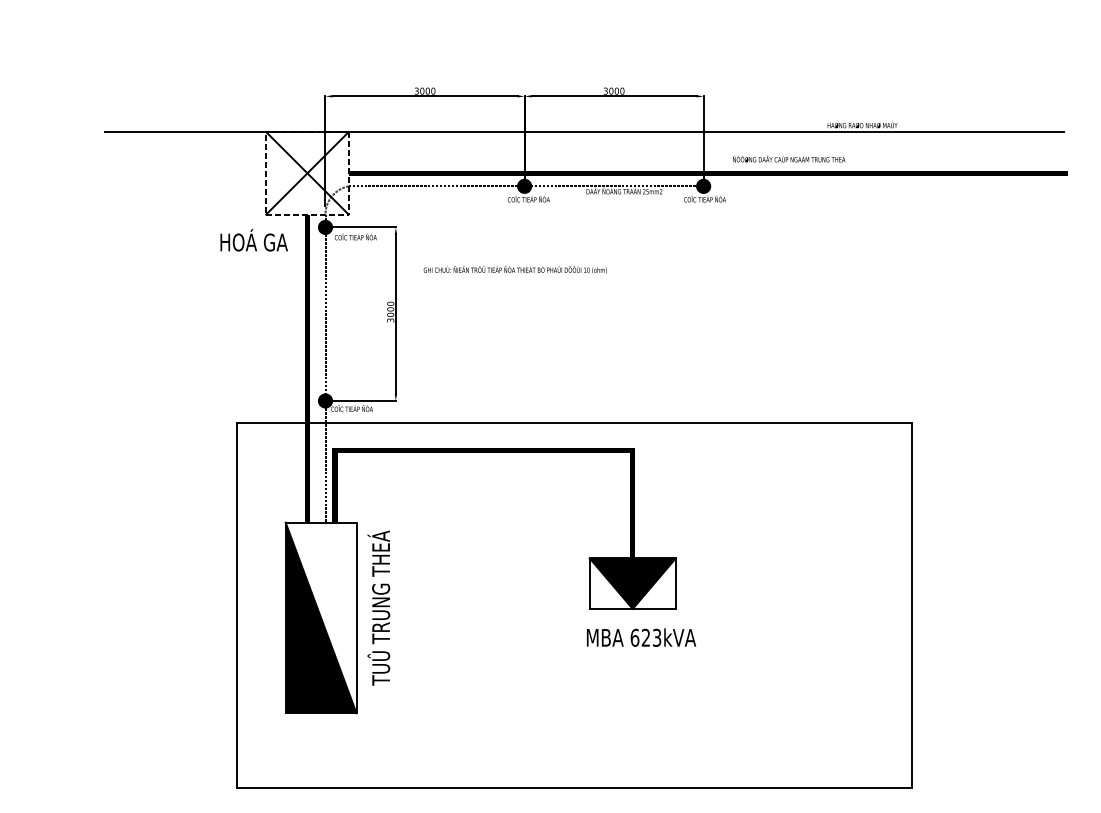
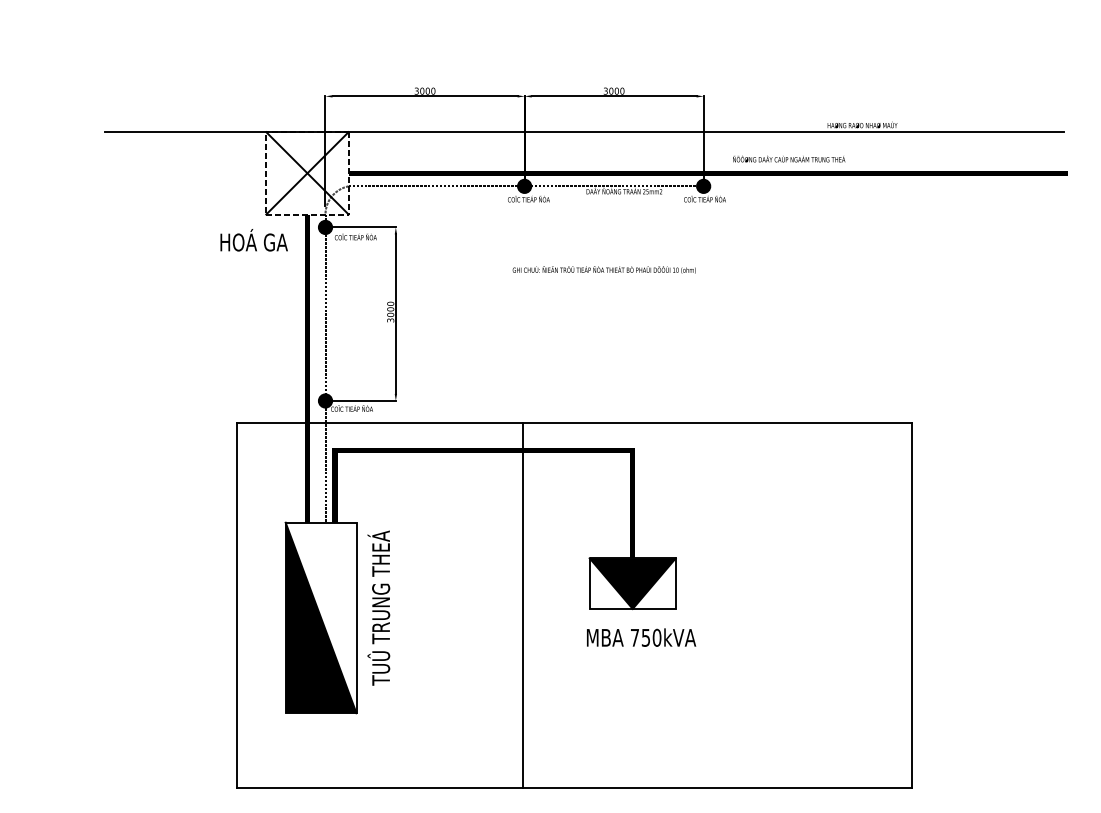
text at (514, 269) position: (514, 269) -> (603, 269)
line at (523, 605): none -> present
text at (645, 637): 623kVA -> 750kVA
